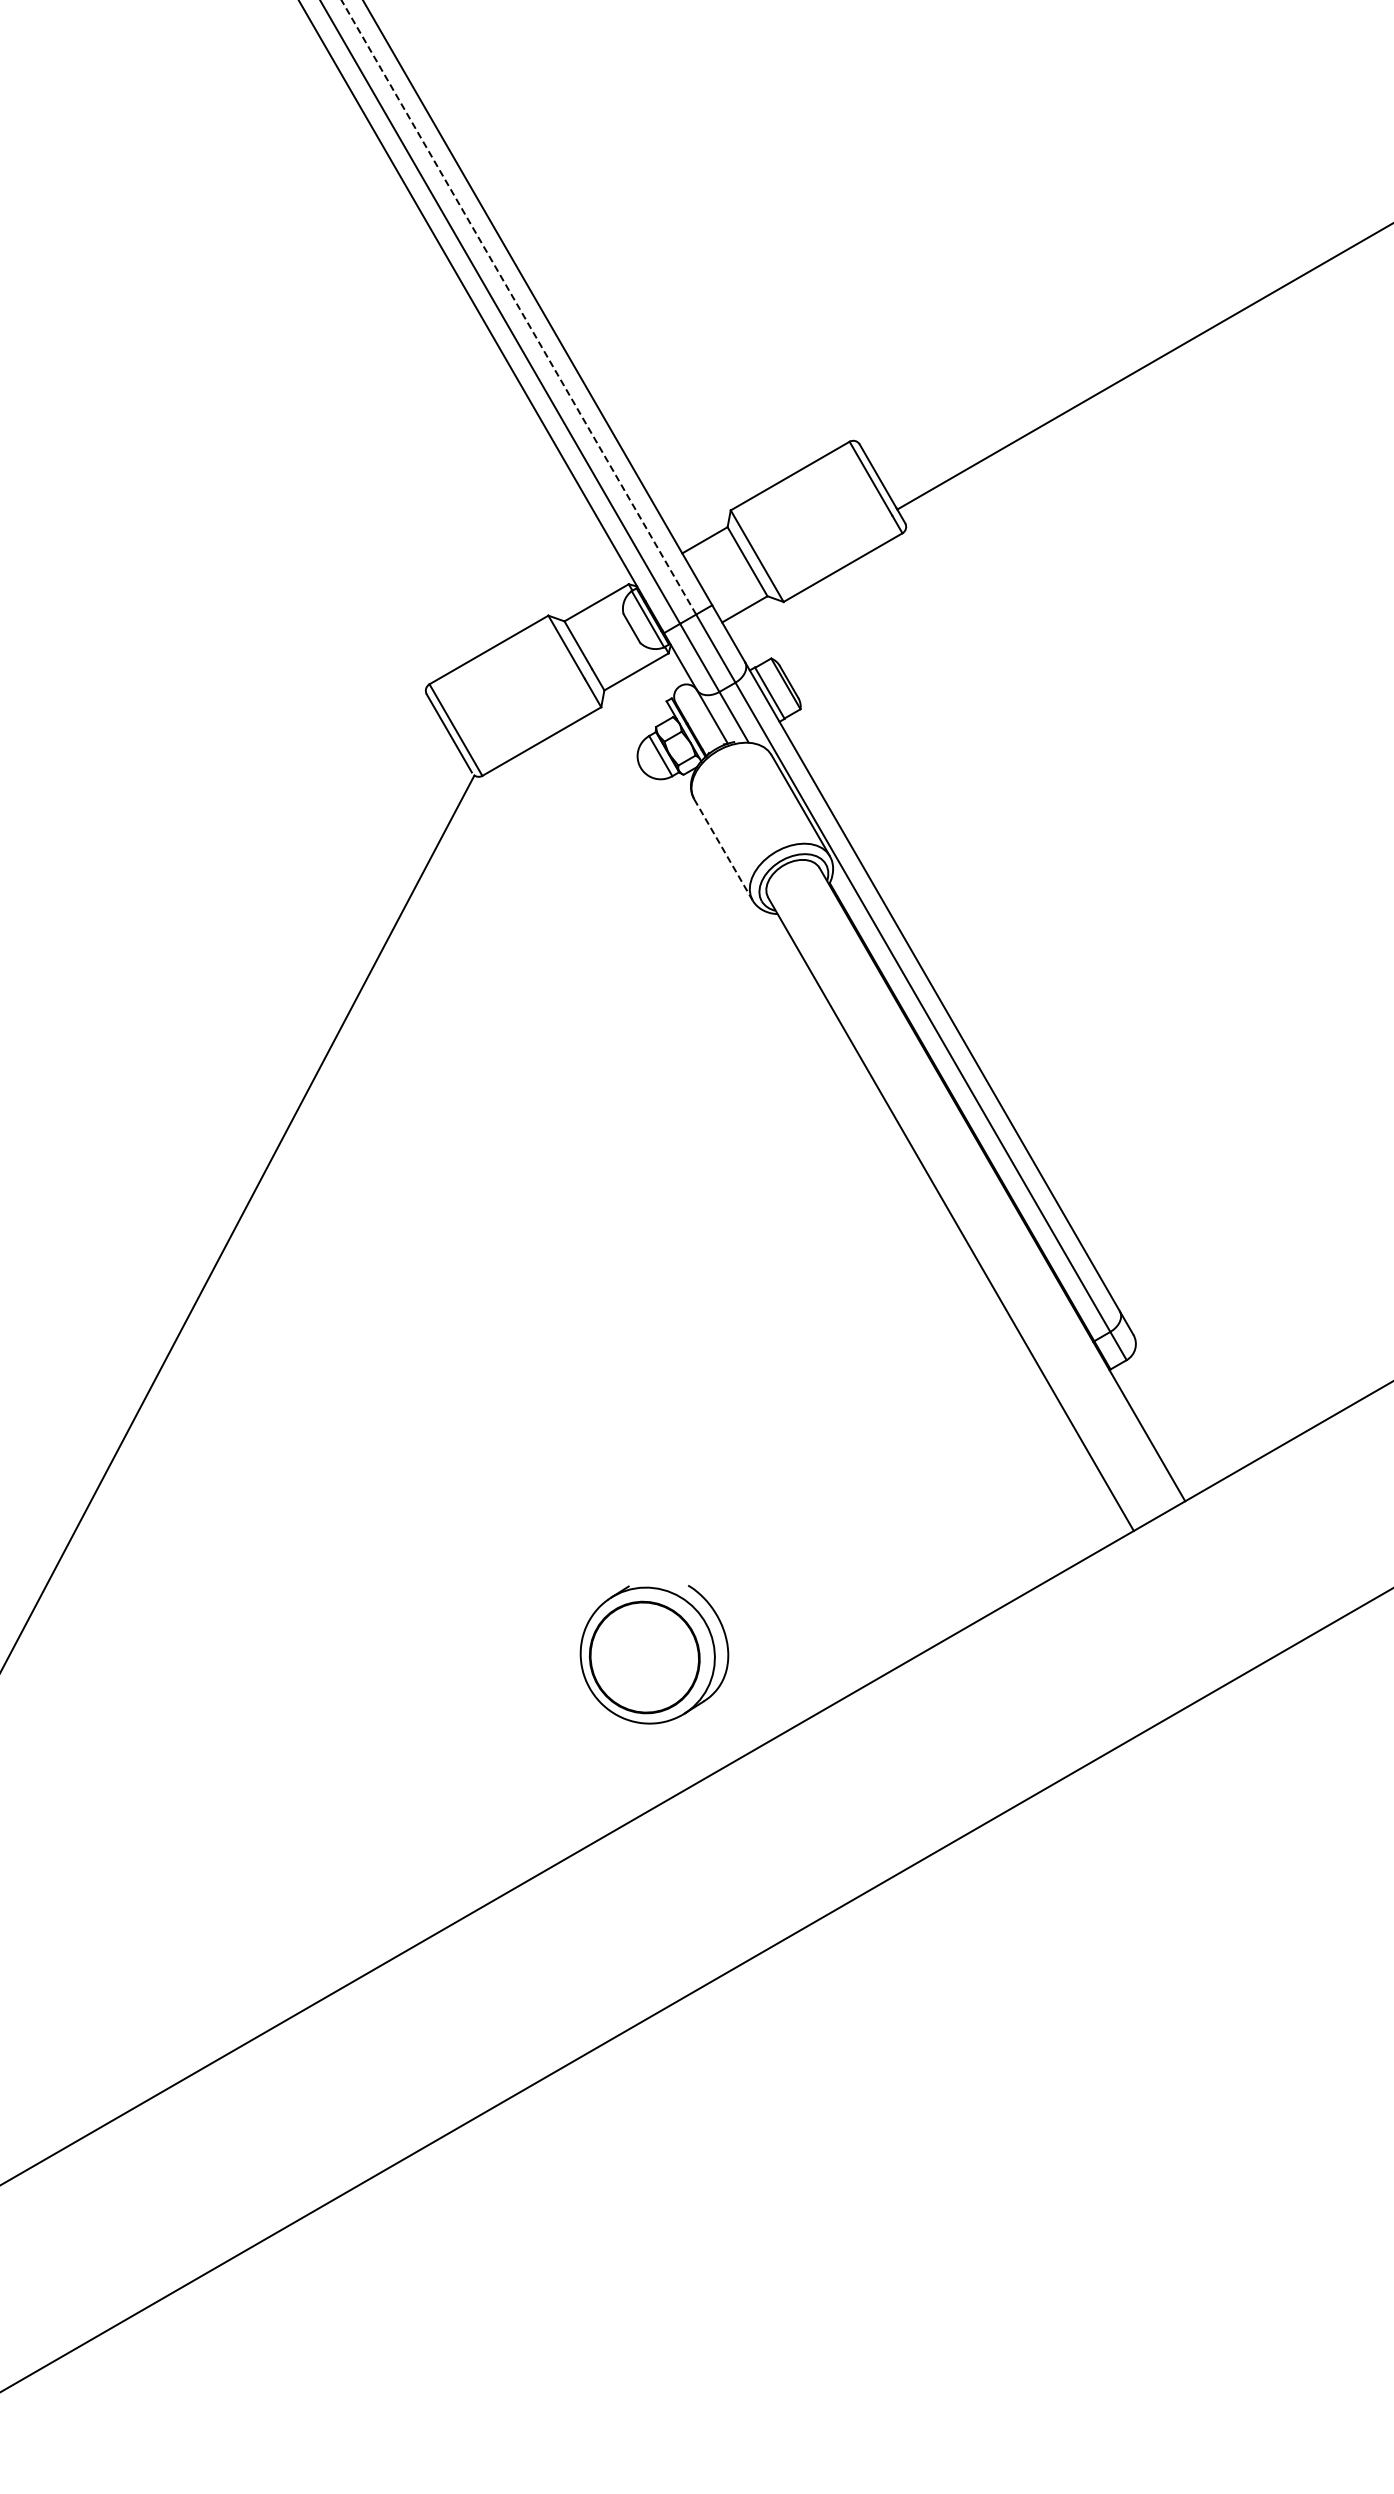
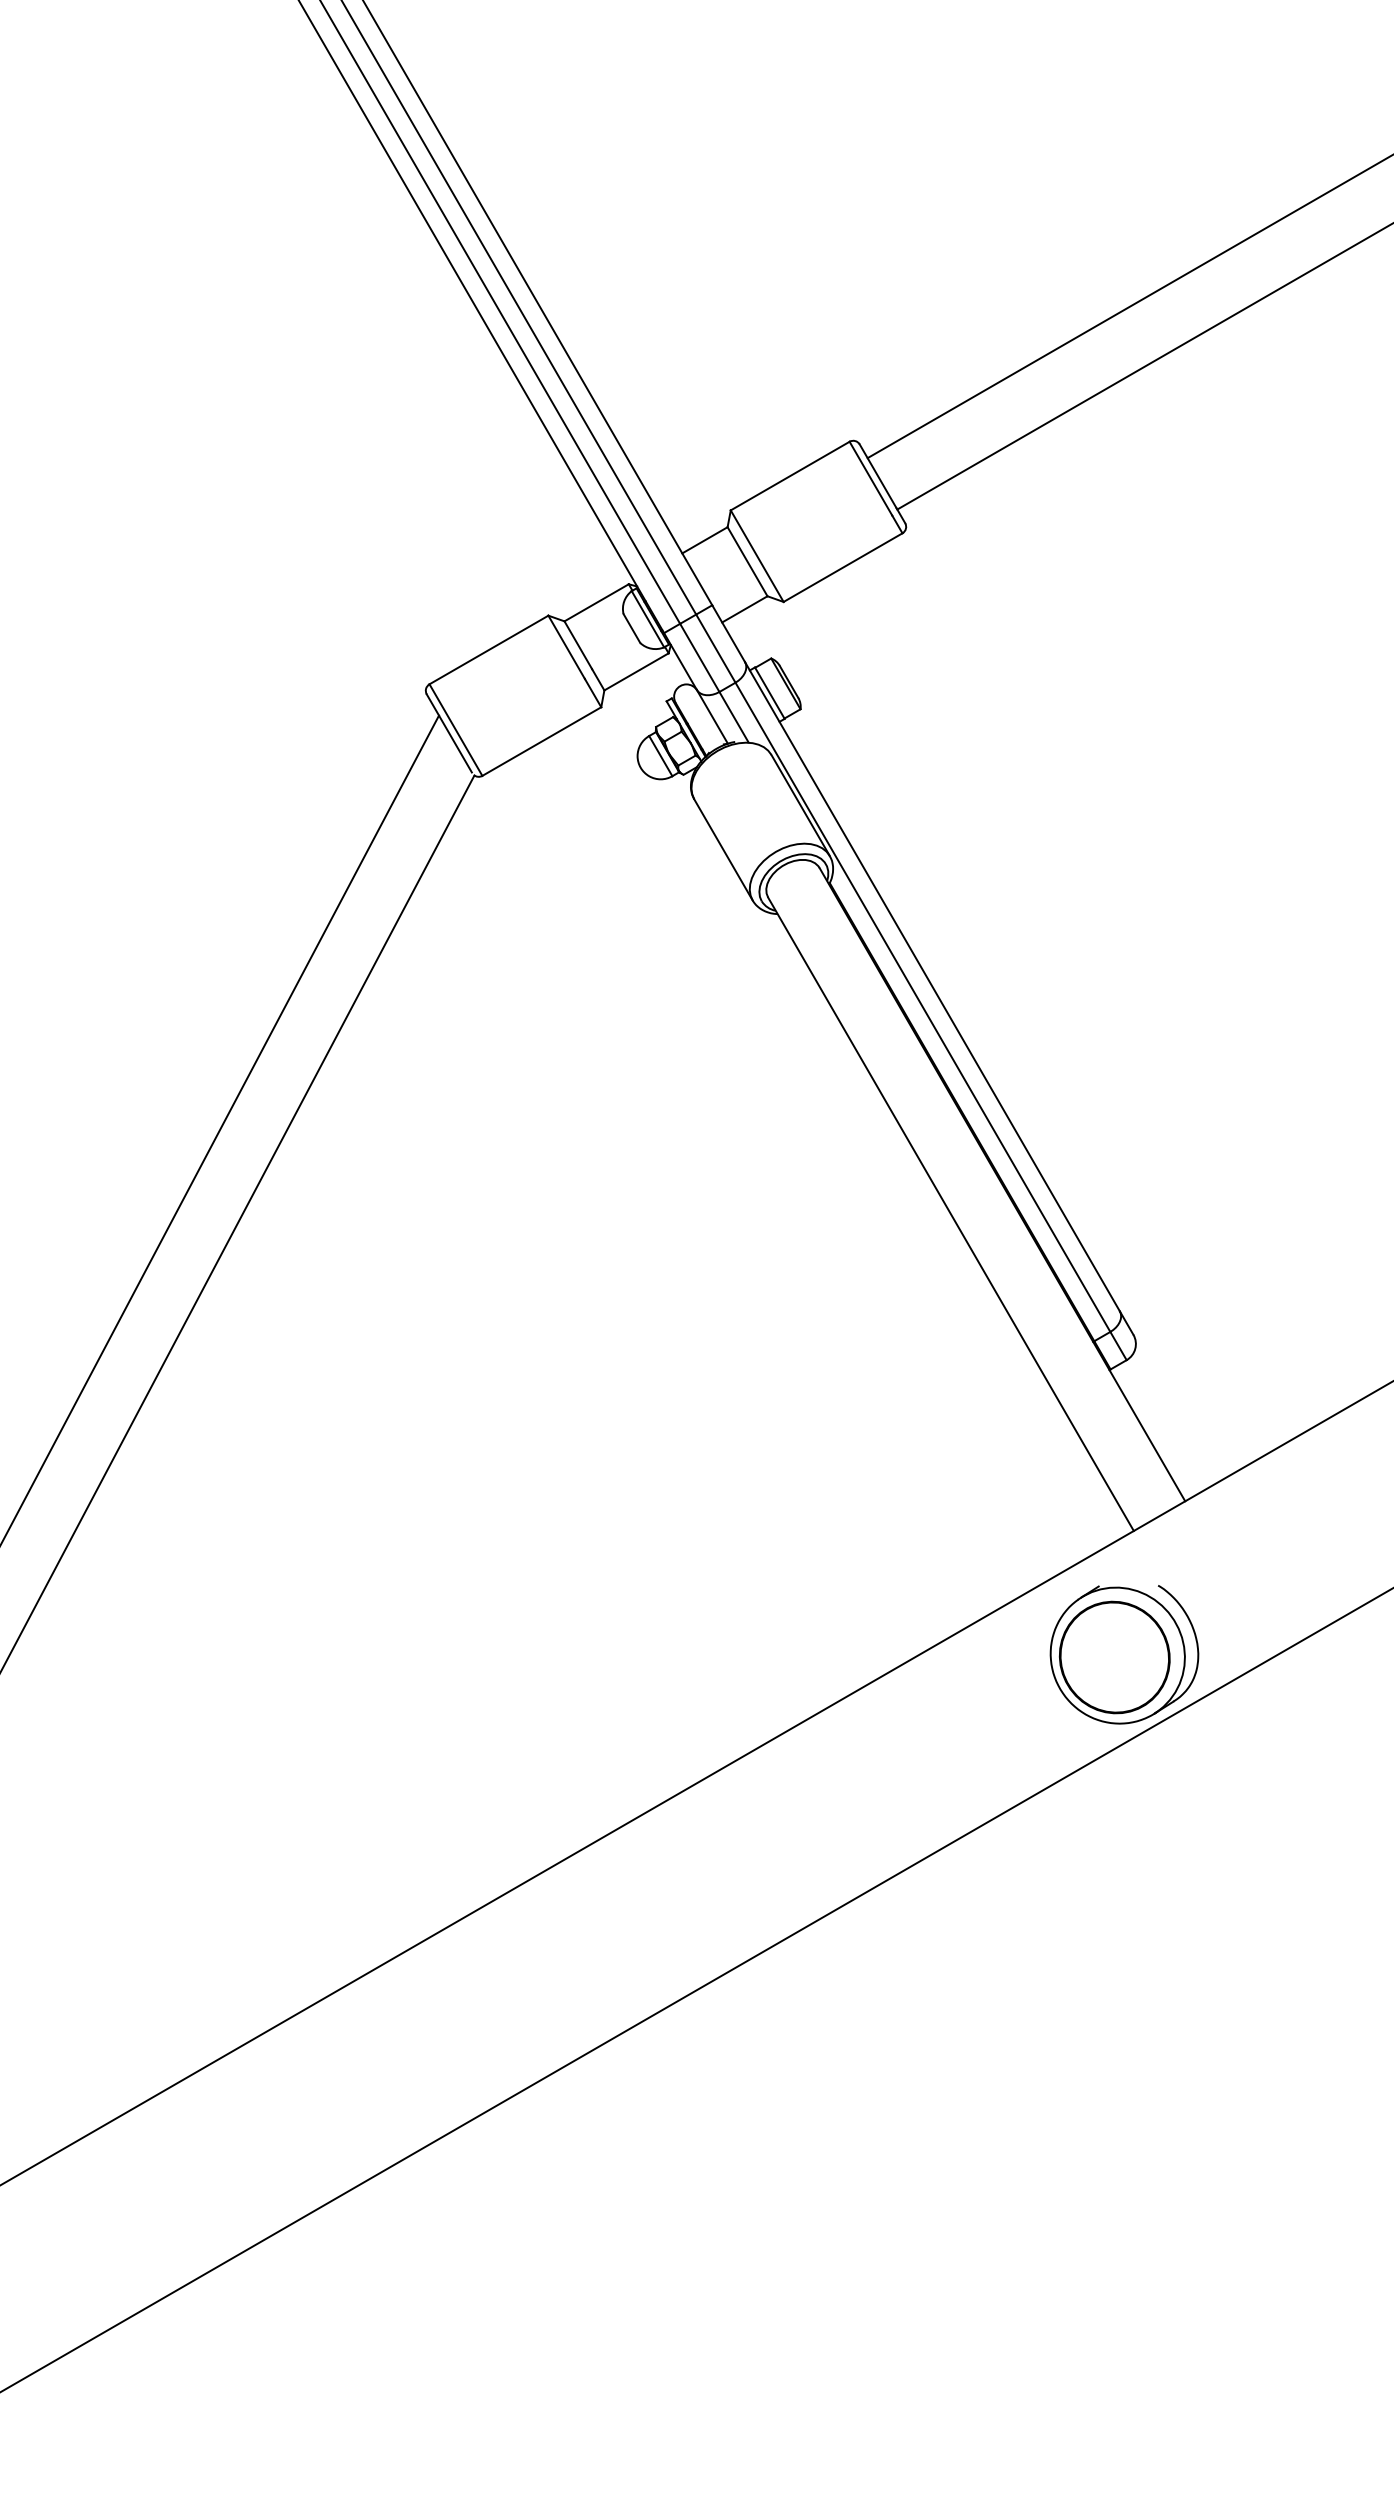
line at (518, 307): dashed -> solid
line at (1128, 307): none -> present
line at (723, 850): dashed -> solid
line at (220, 1128): none -> present
part at (654, 1654) position: (654, 1654) -> (1124, 1654)
